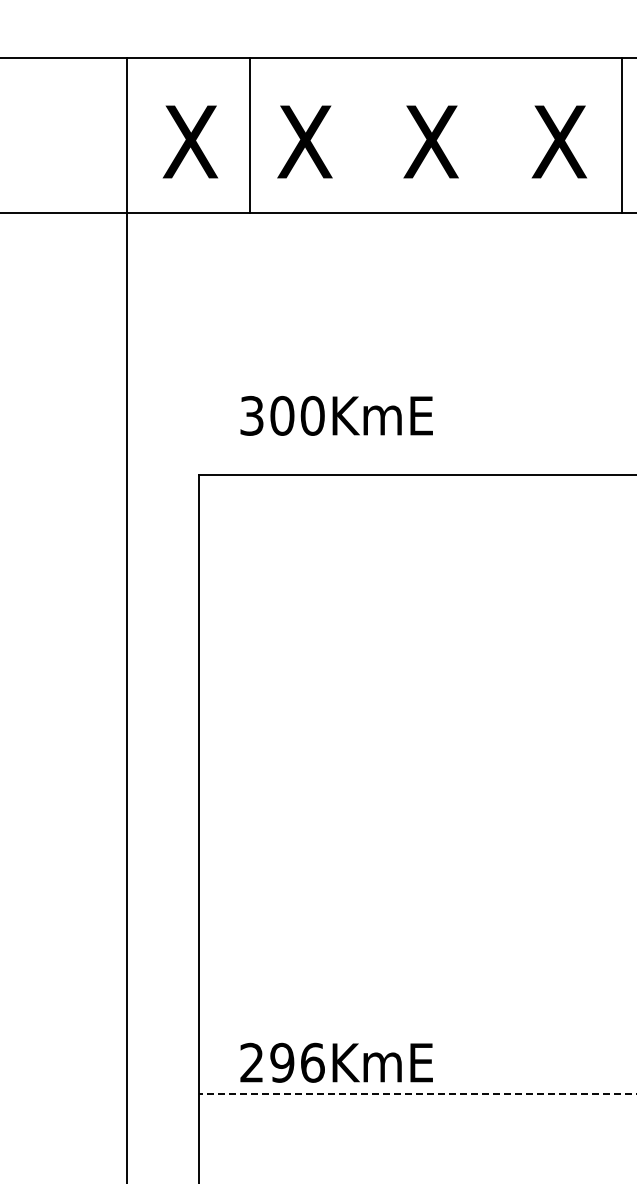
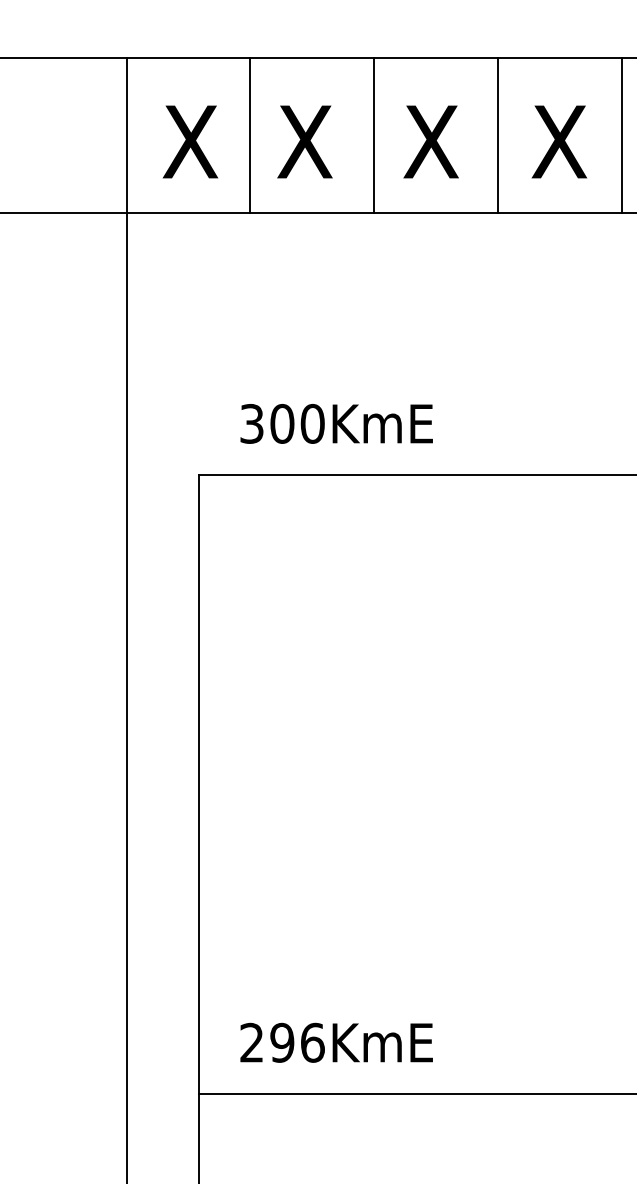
line at (374, 135): none -> present
line at (498, 135): none -> present
text at (336, 415) position: (336, 415) -> (336, 423)
text at (336, 1062) position: (336, 1062) -> (336, 1042)
line at (417, 1093): dashed -> solid
